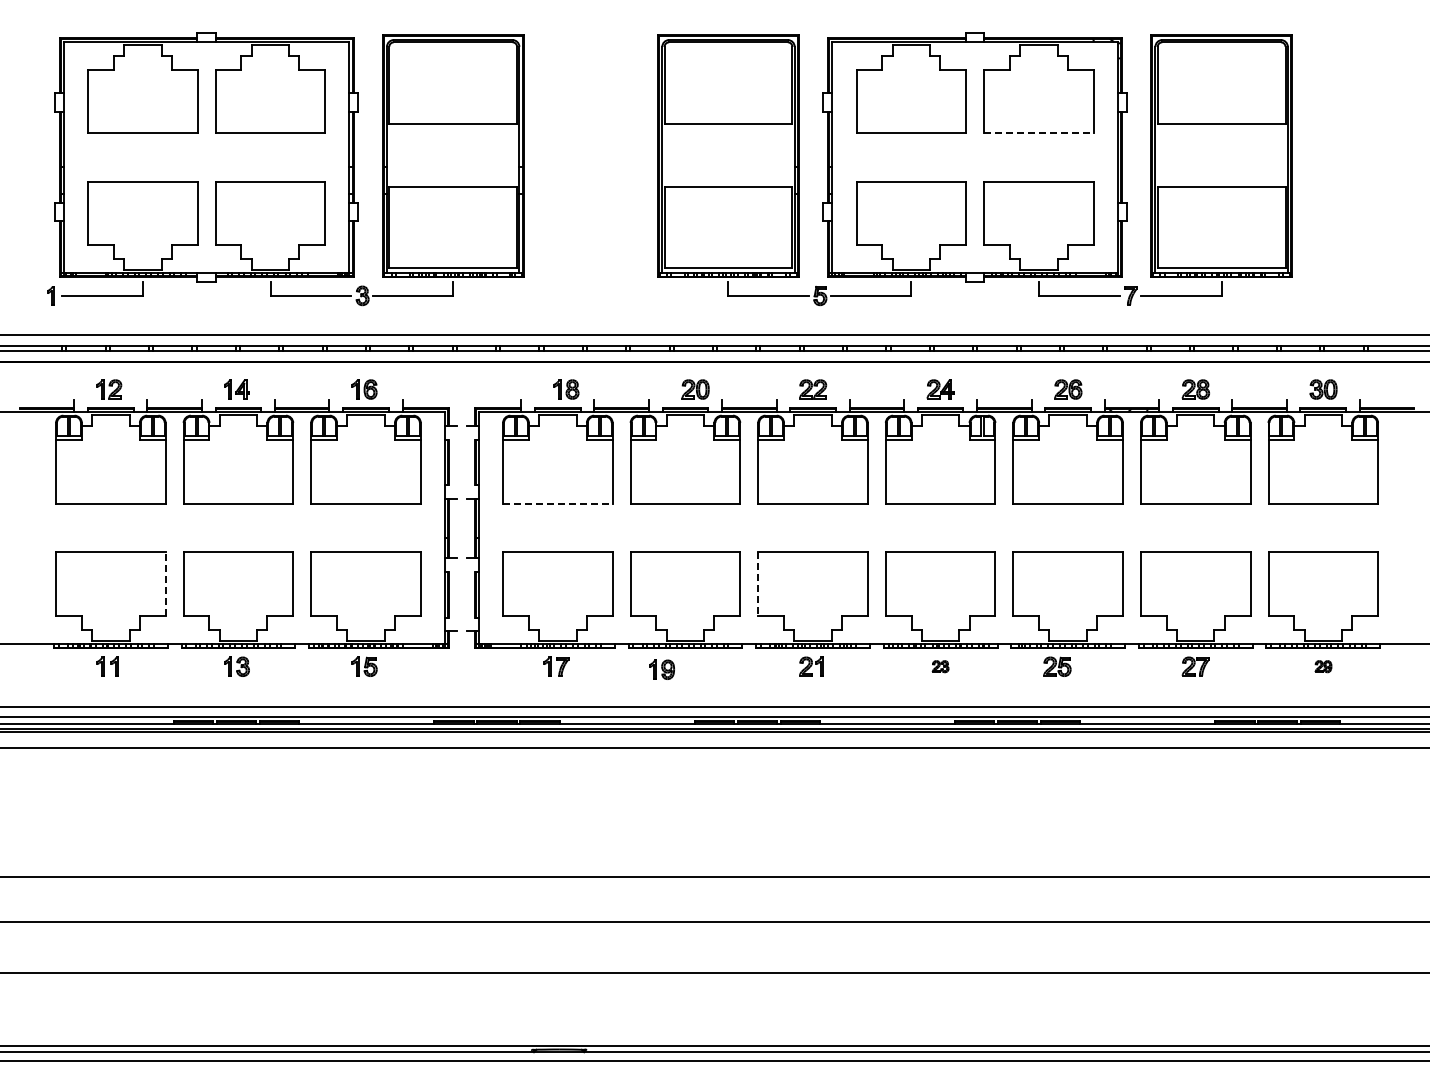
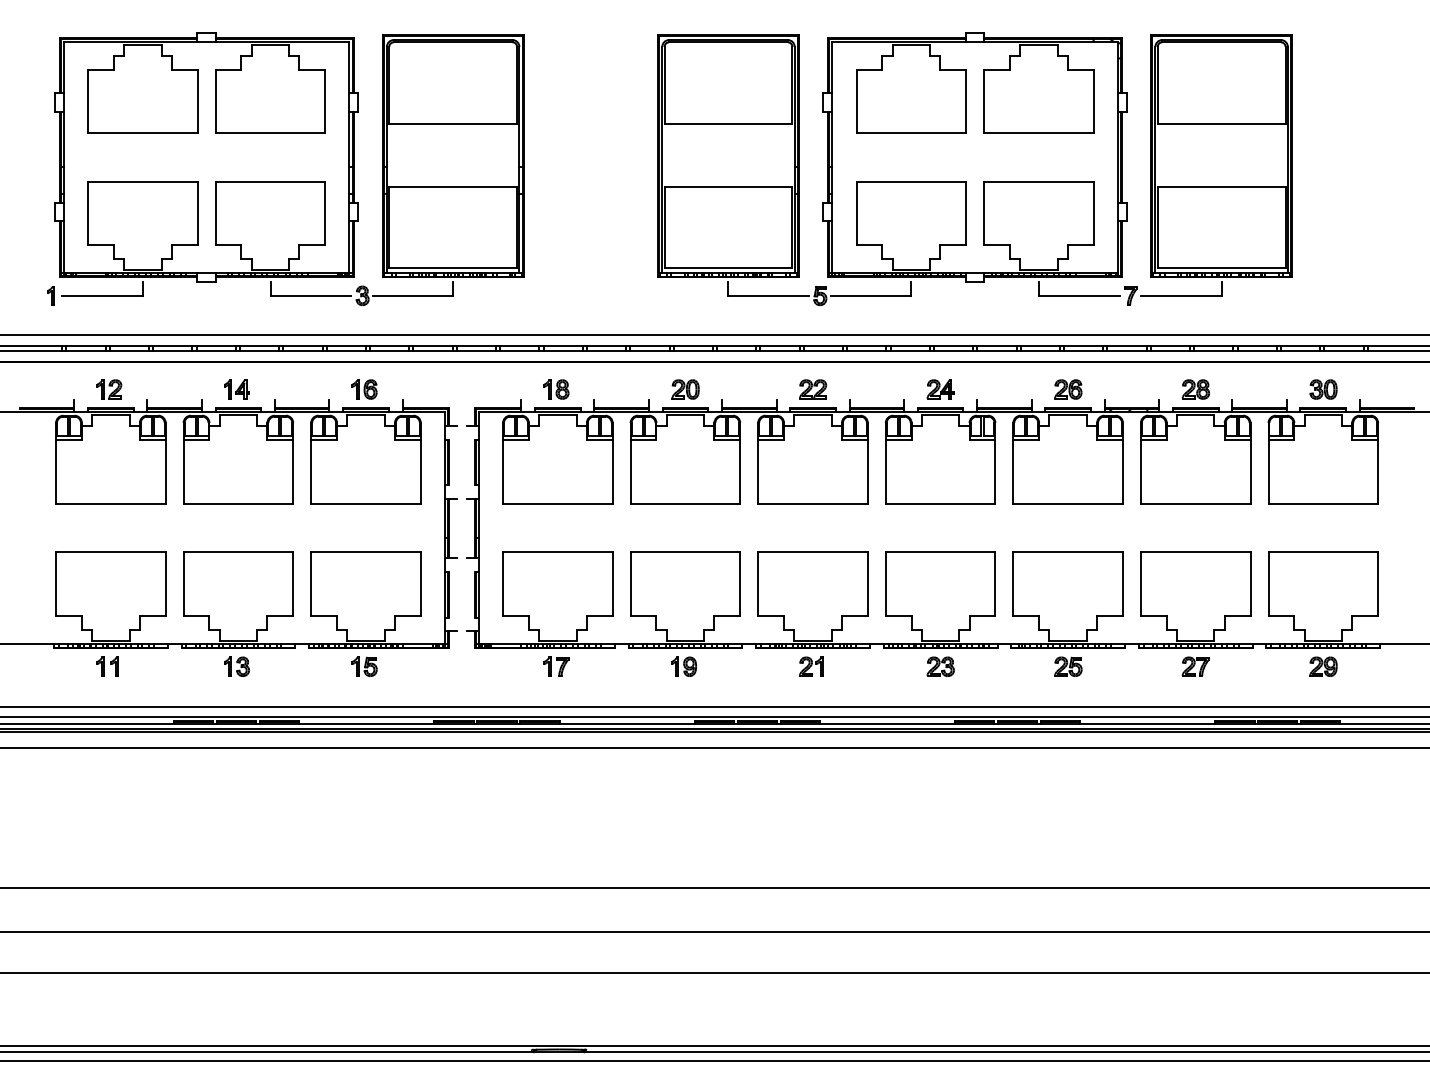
line at (1038, 132): dashed -> solid
part at (566, 389) position: (566, 389) -> (556, 389)
part at (695, 389) position: (695, 389) -> (685, 389)
line at (557, 503): dashed -> solid
line at (165, 584): dashed -> solid
line at (758, 584): dashed -> solid
part at (940, 666) size: 19x14 px -> 29x21 px
part at (1057, 666) position: (1057, 666) -> (1068, 666)
part at (1323, 666) size: 19x14 px -> 29x21 px
part at (661, 669) position: (661, 669) -> (683, 666)
line at (714, 876) position: (714, 876) -> (714, 887)
line at (714, 922) position: (714, 922) -> (714, 932)
